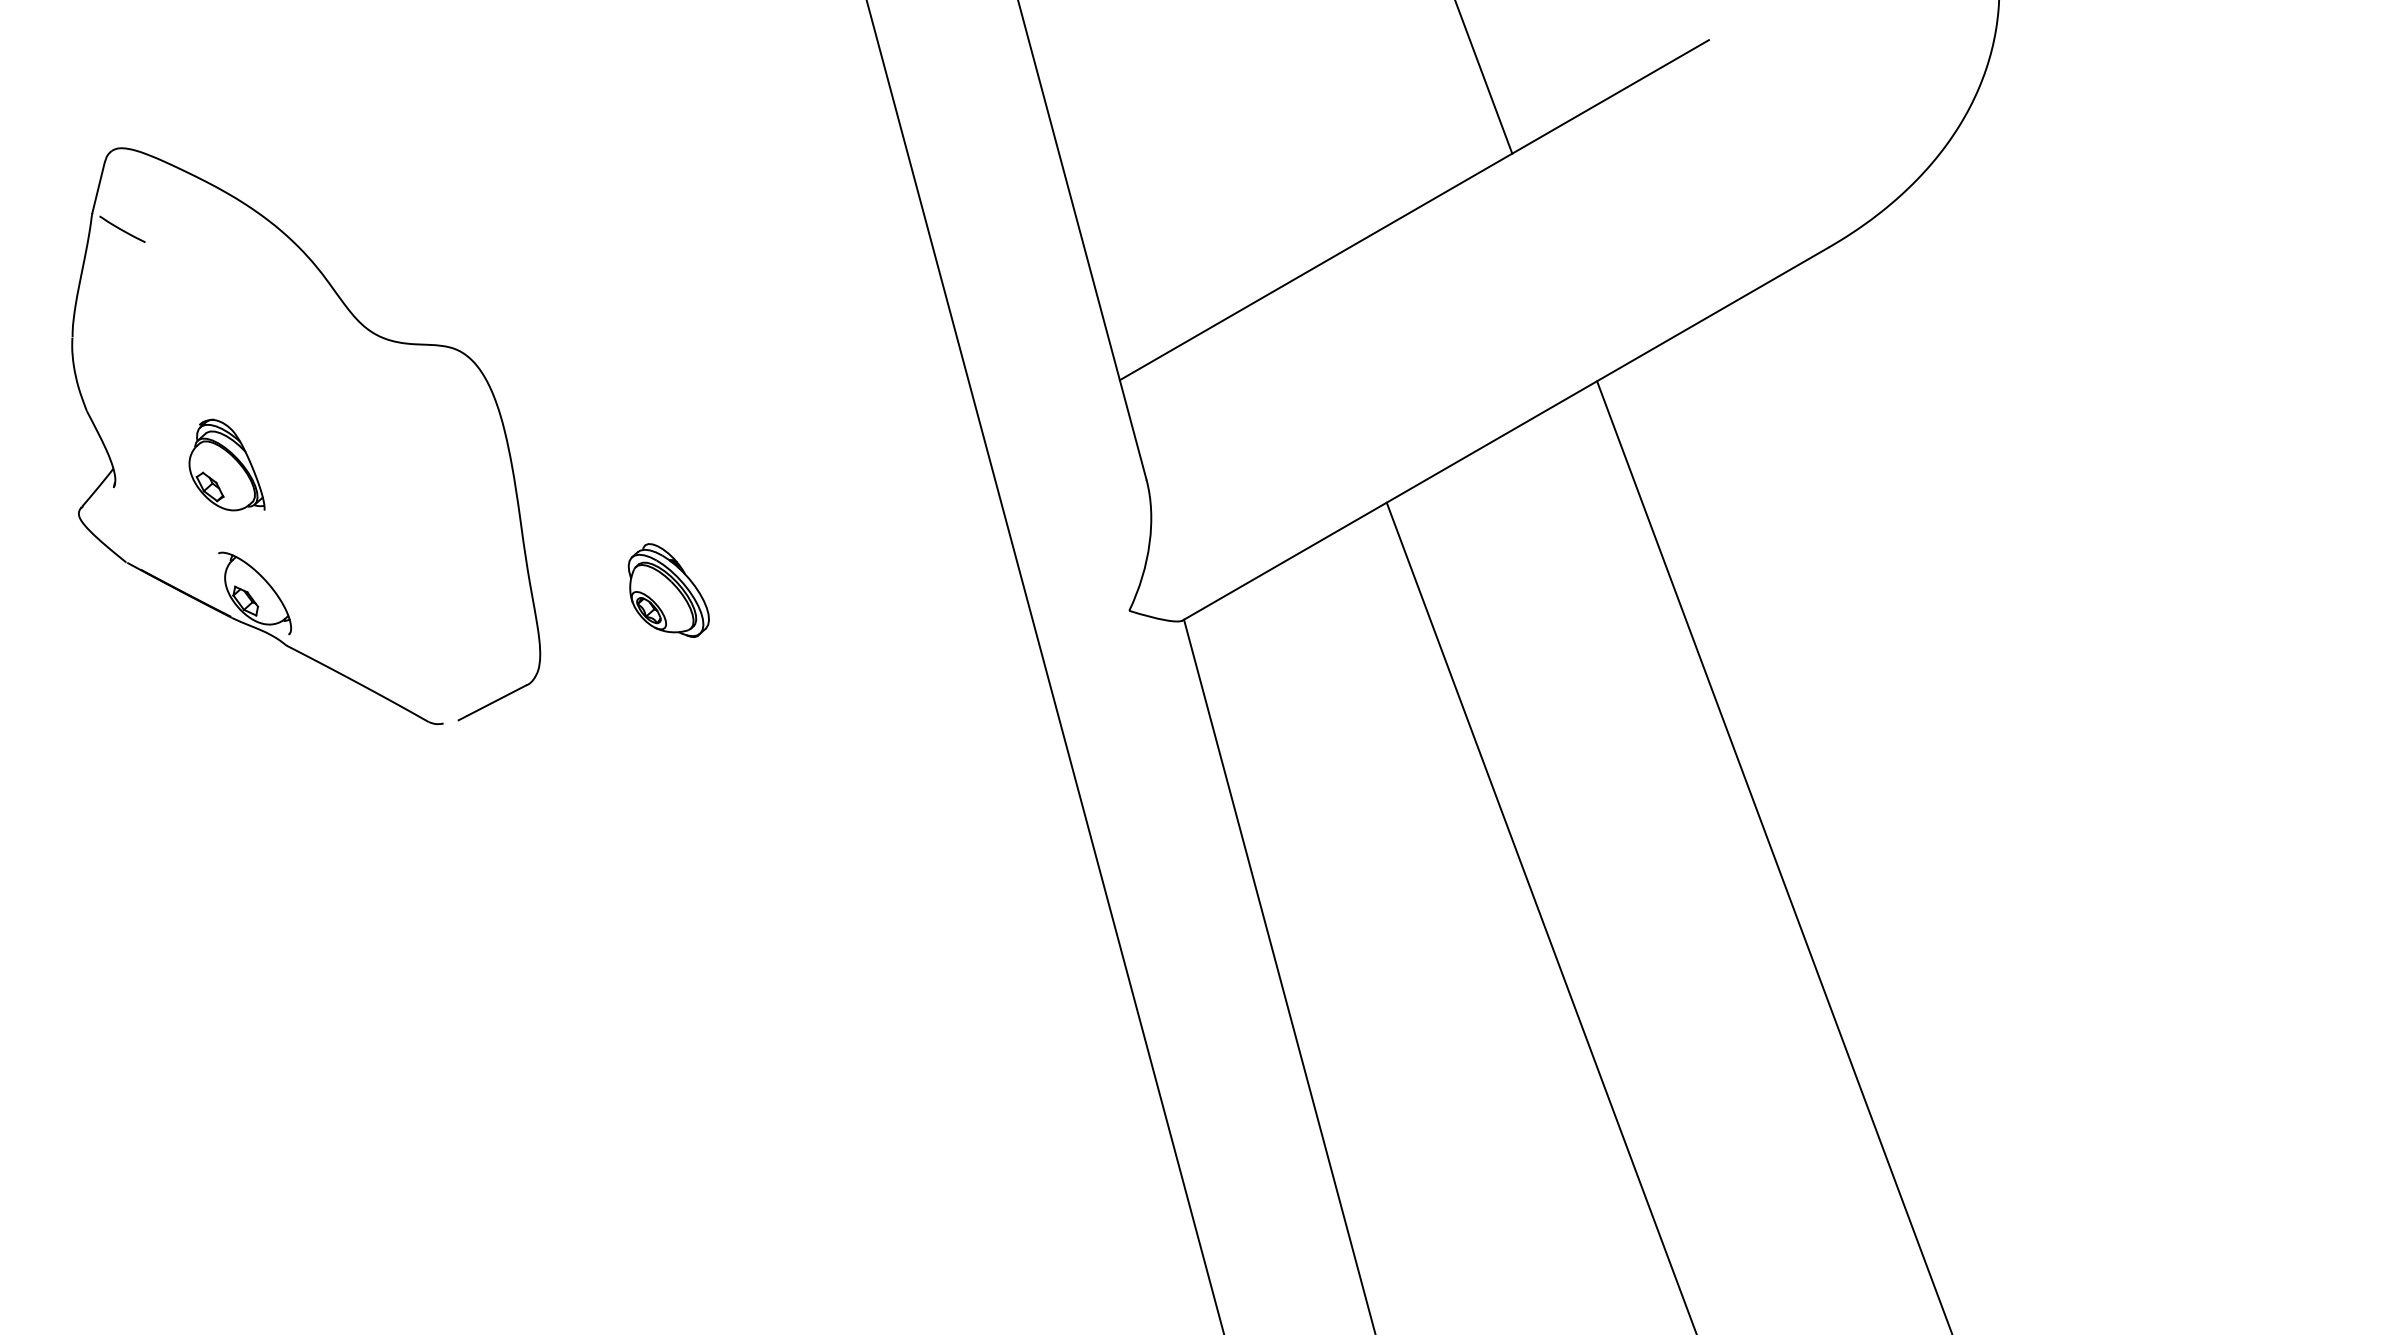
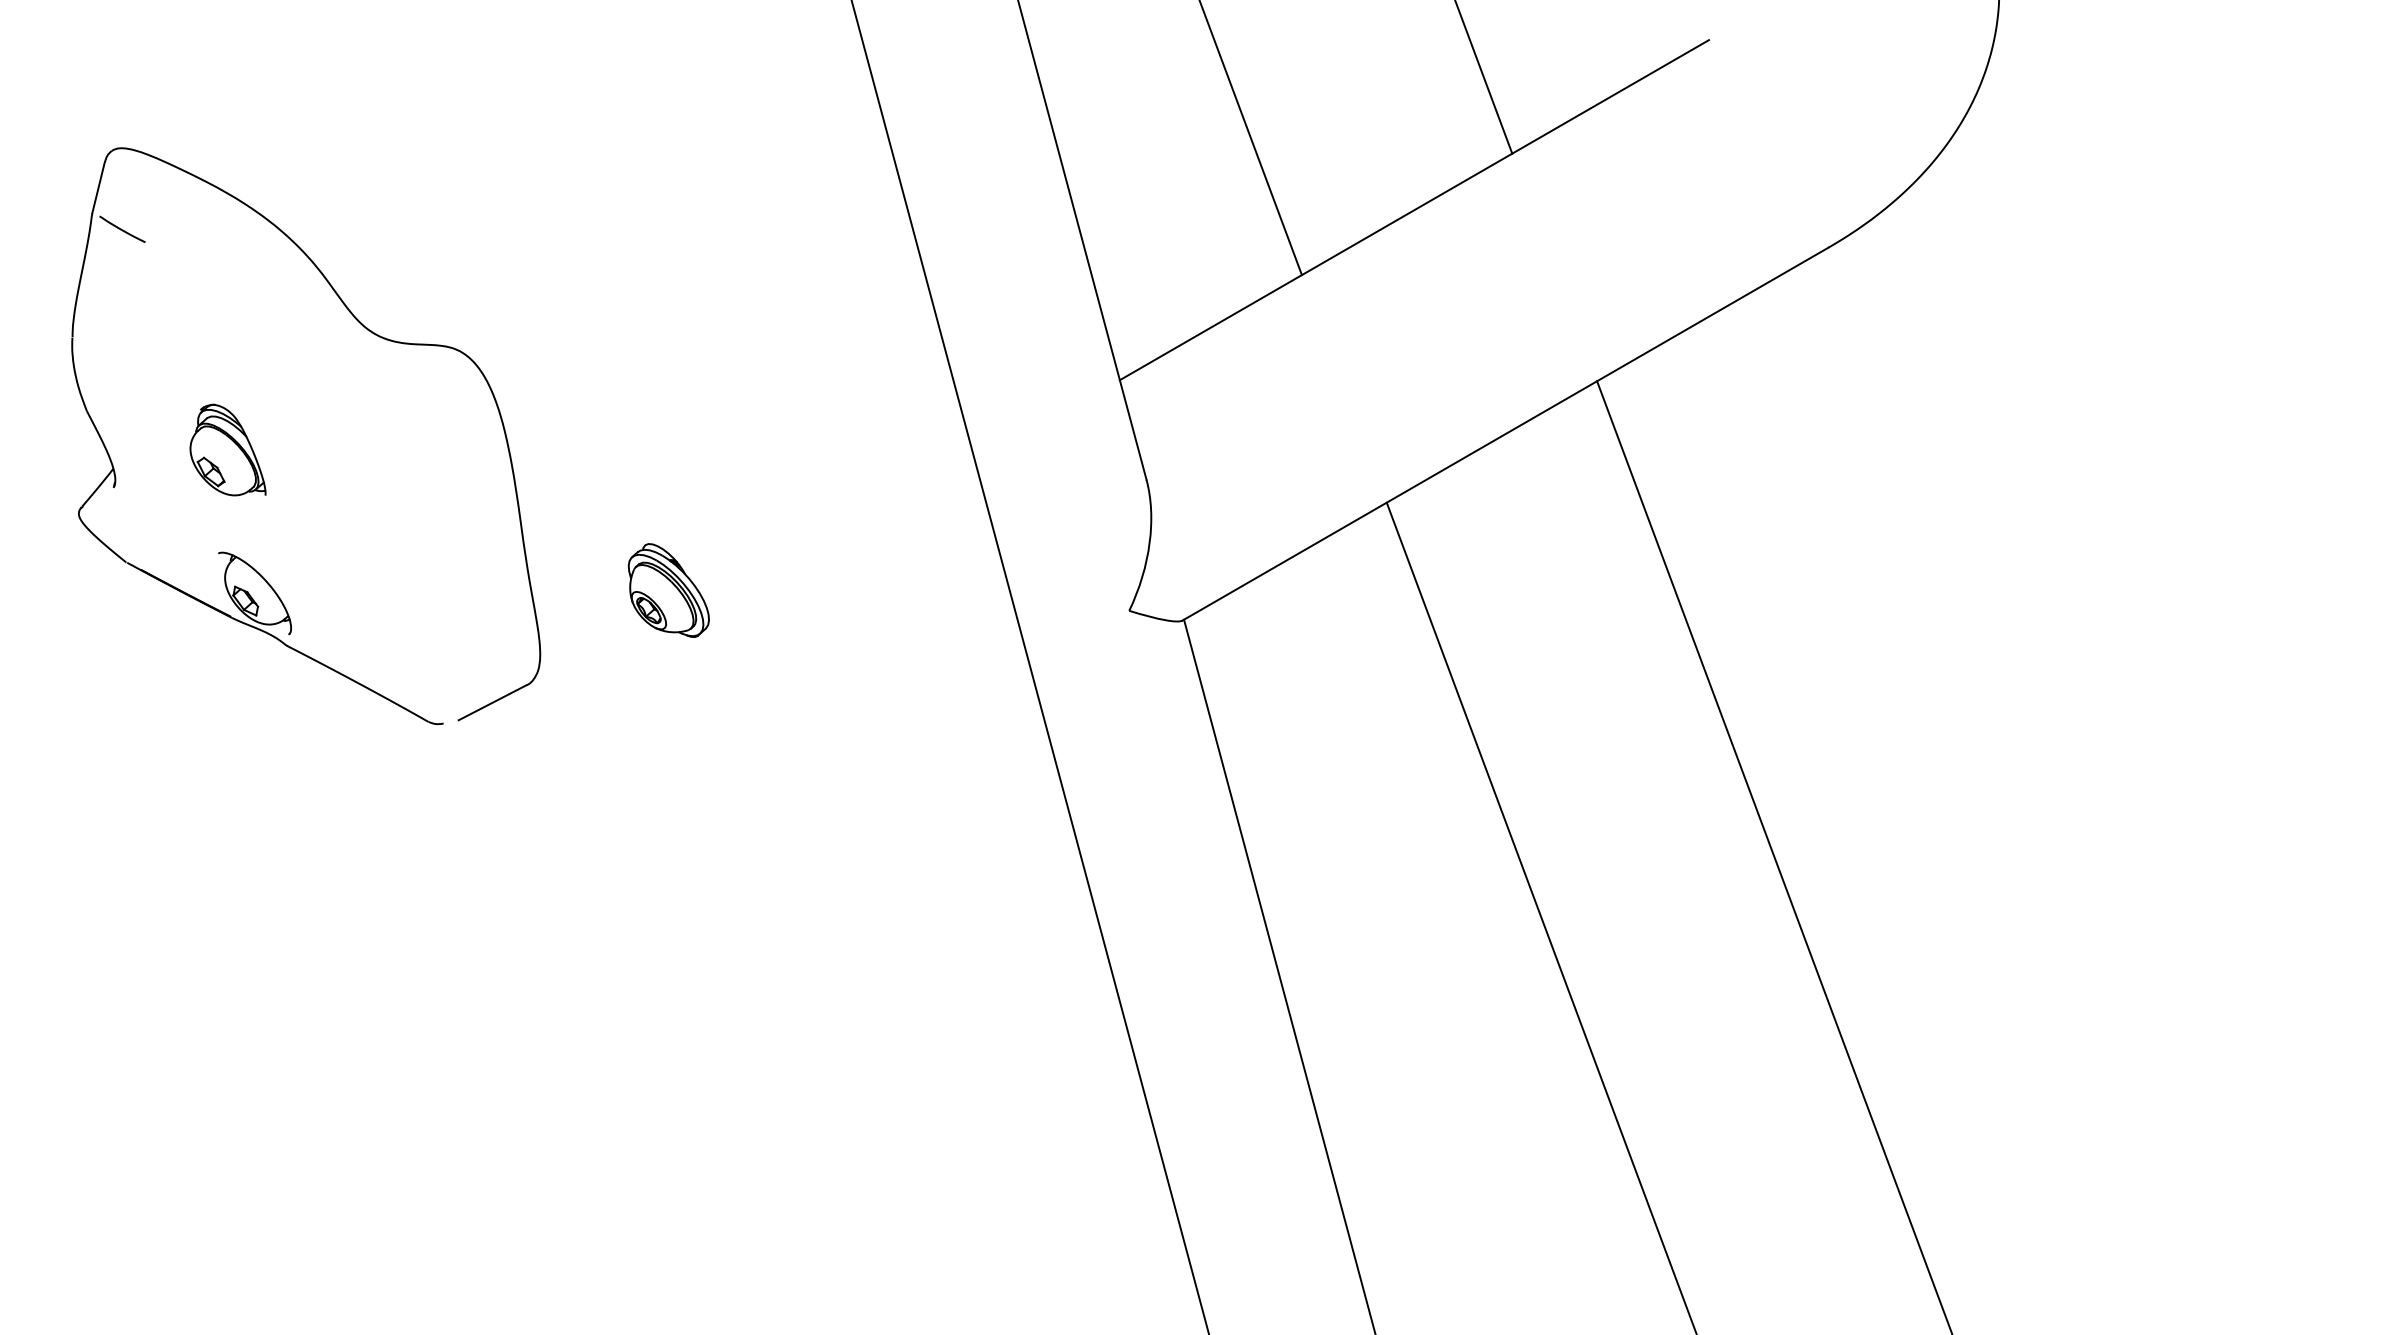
line at (1250, 138): none -> present
part at (226, 464) position: (226, 464) -> (227, 449)
line at (1045, 666) position: (1045, 666) -> (1030, 666)
